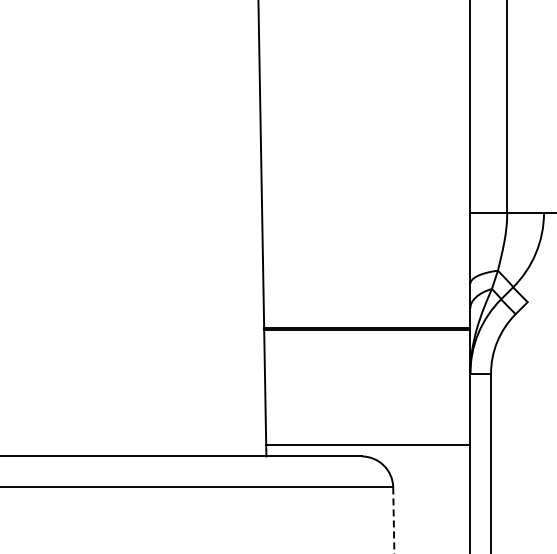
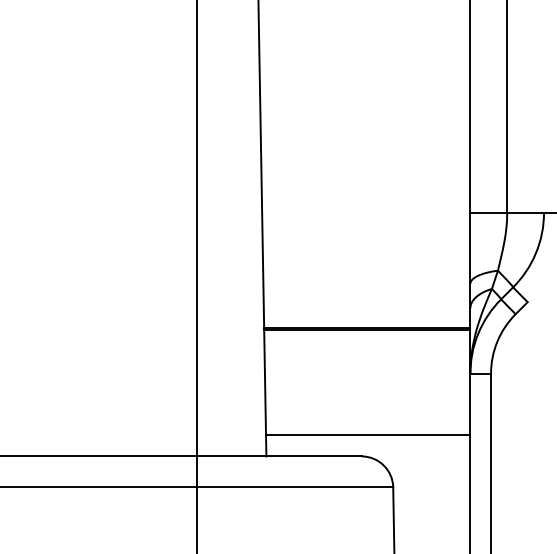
line at (197, 276): none -> present
line at (368, 445) position: (368, 445) -> (368, 435)
line at (393, 520): dashed -> solid
